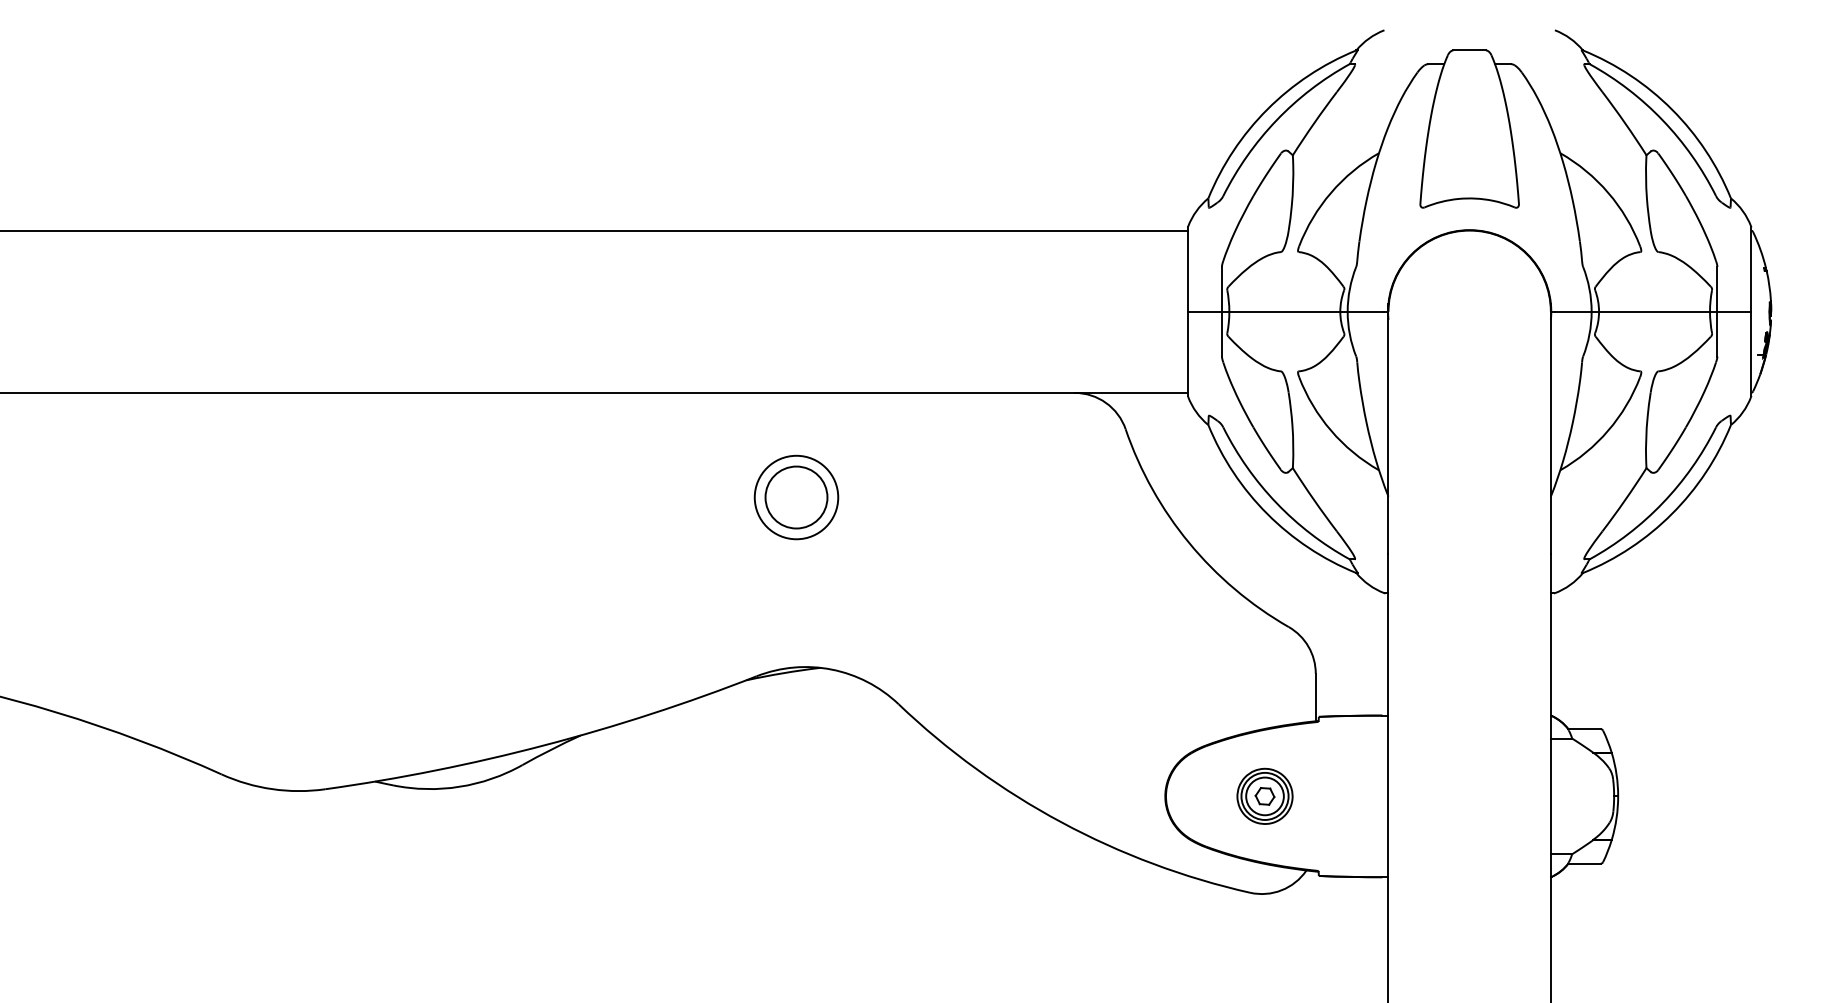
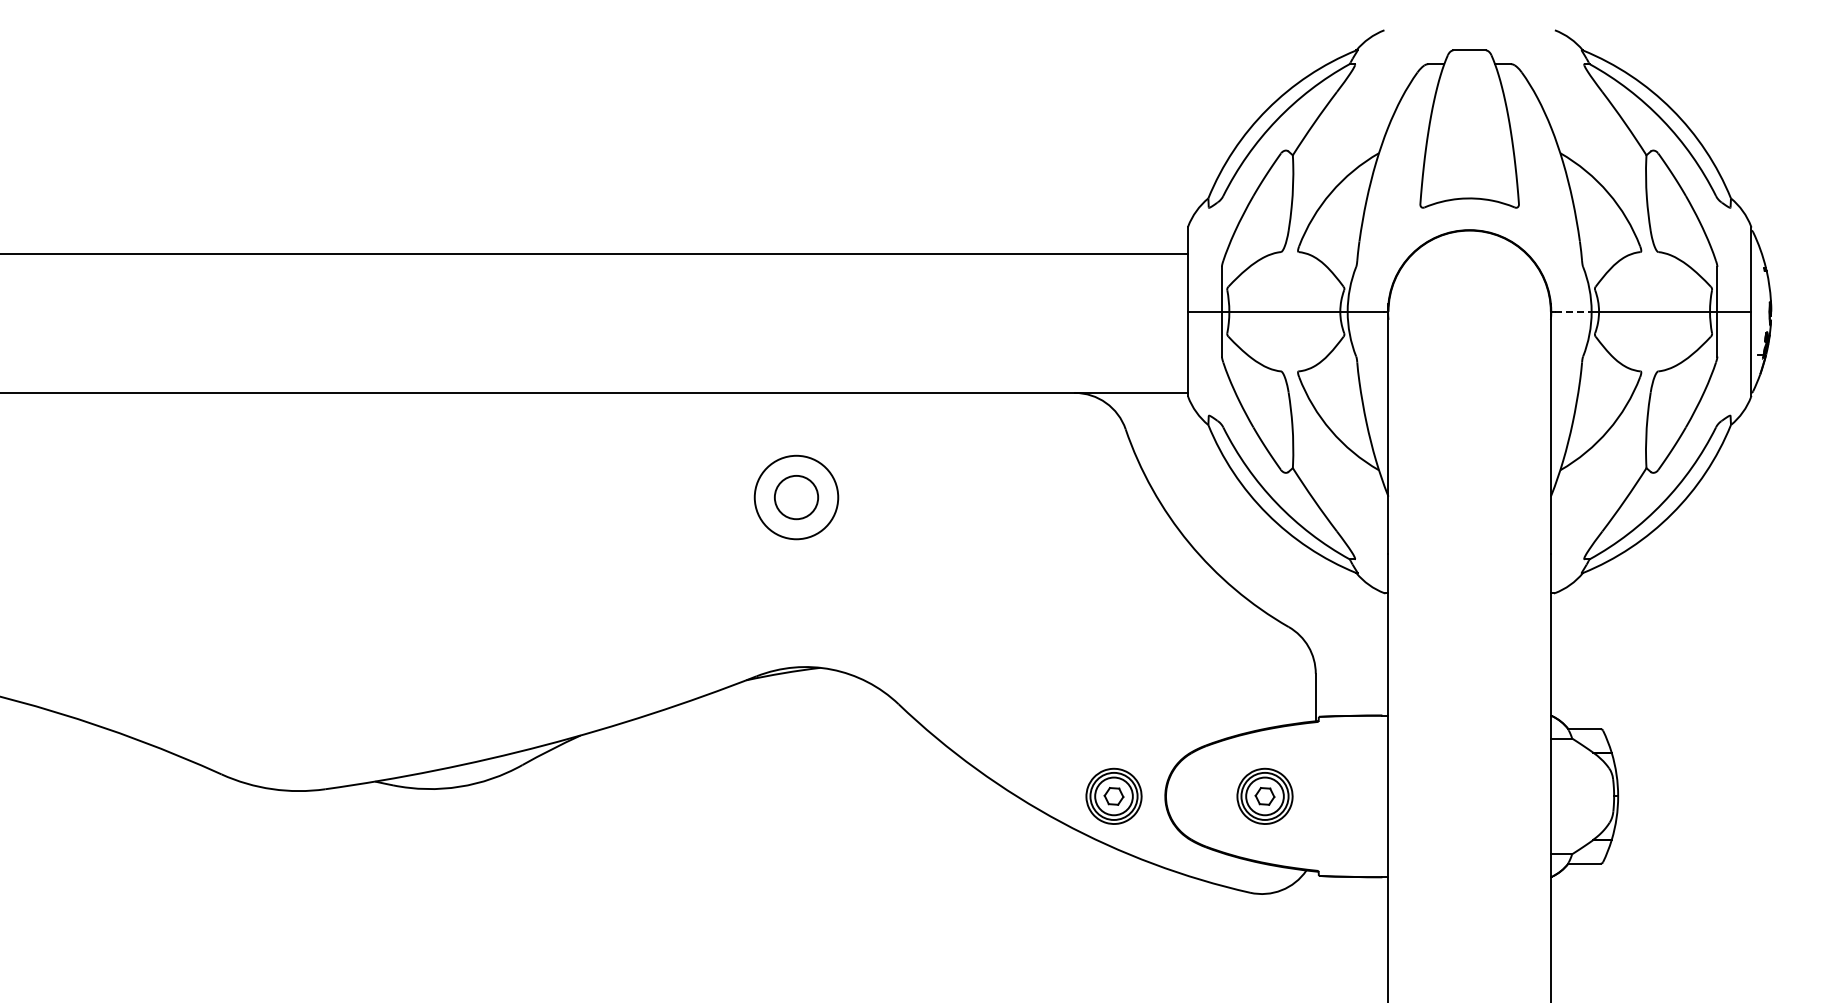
line at (595, 230) position: (595, 230) -> (595, 253)
line at (1573, 311): solid -> dashed
circle at (796, 497) diameter: 62 px -> 43 px
part at (1113, 795): none -> present
